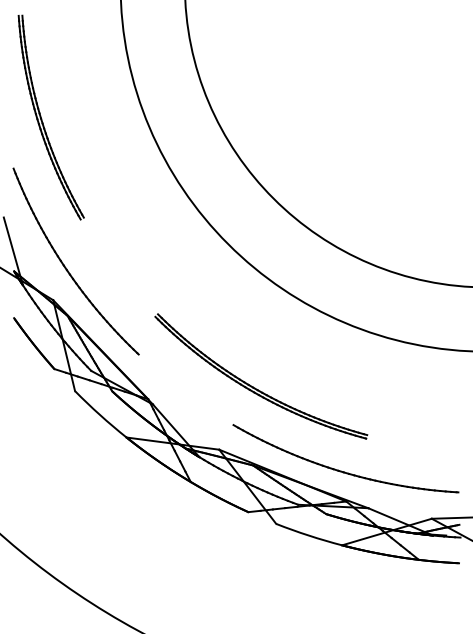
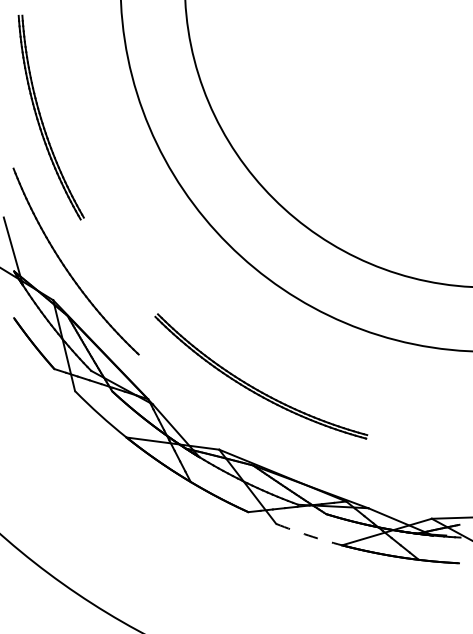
part at (341, 470): present -> none
arc at (308, 535): solid -> dashed
